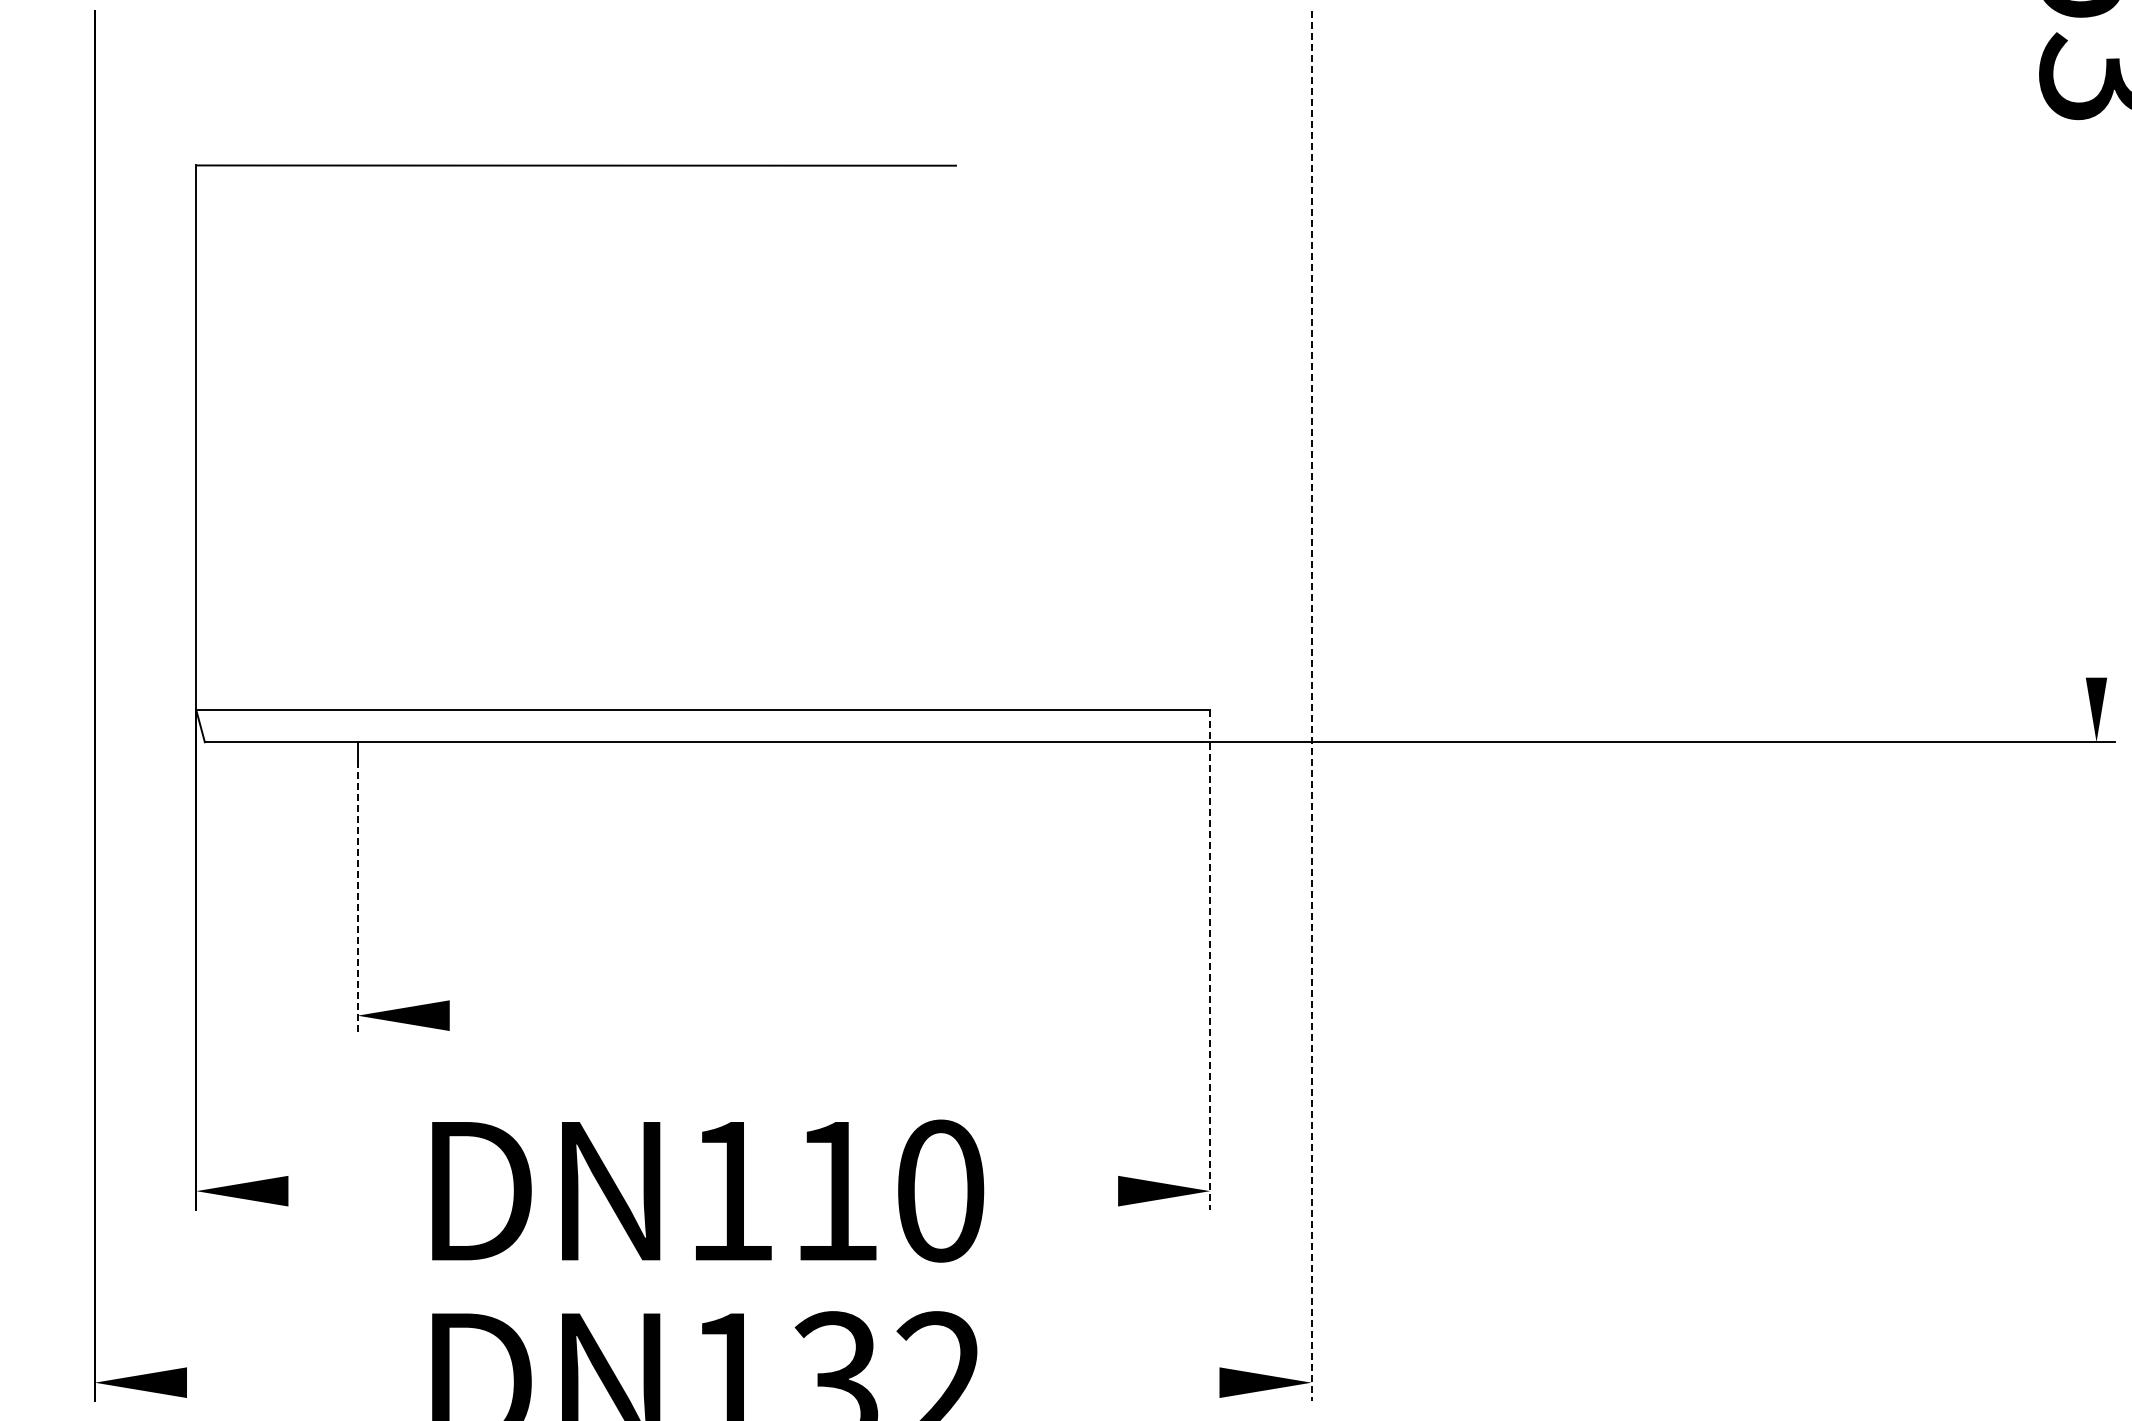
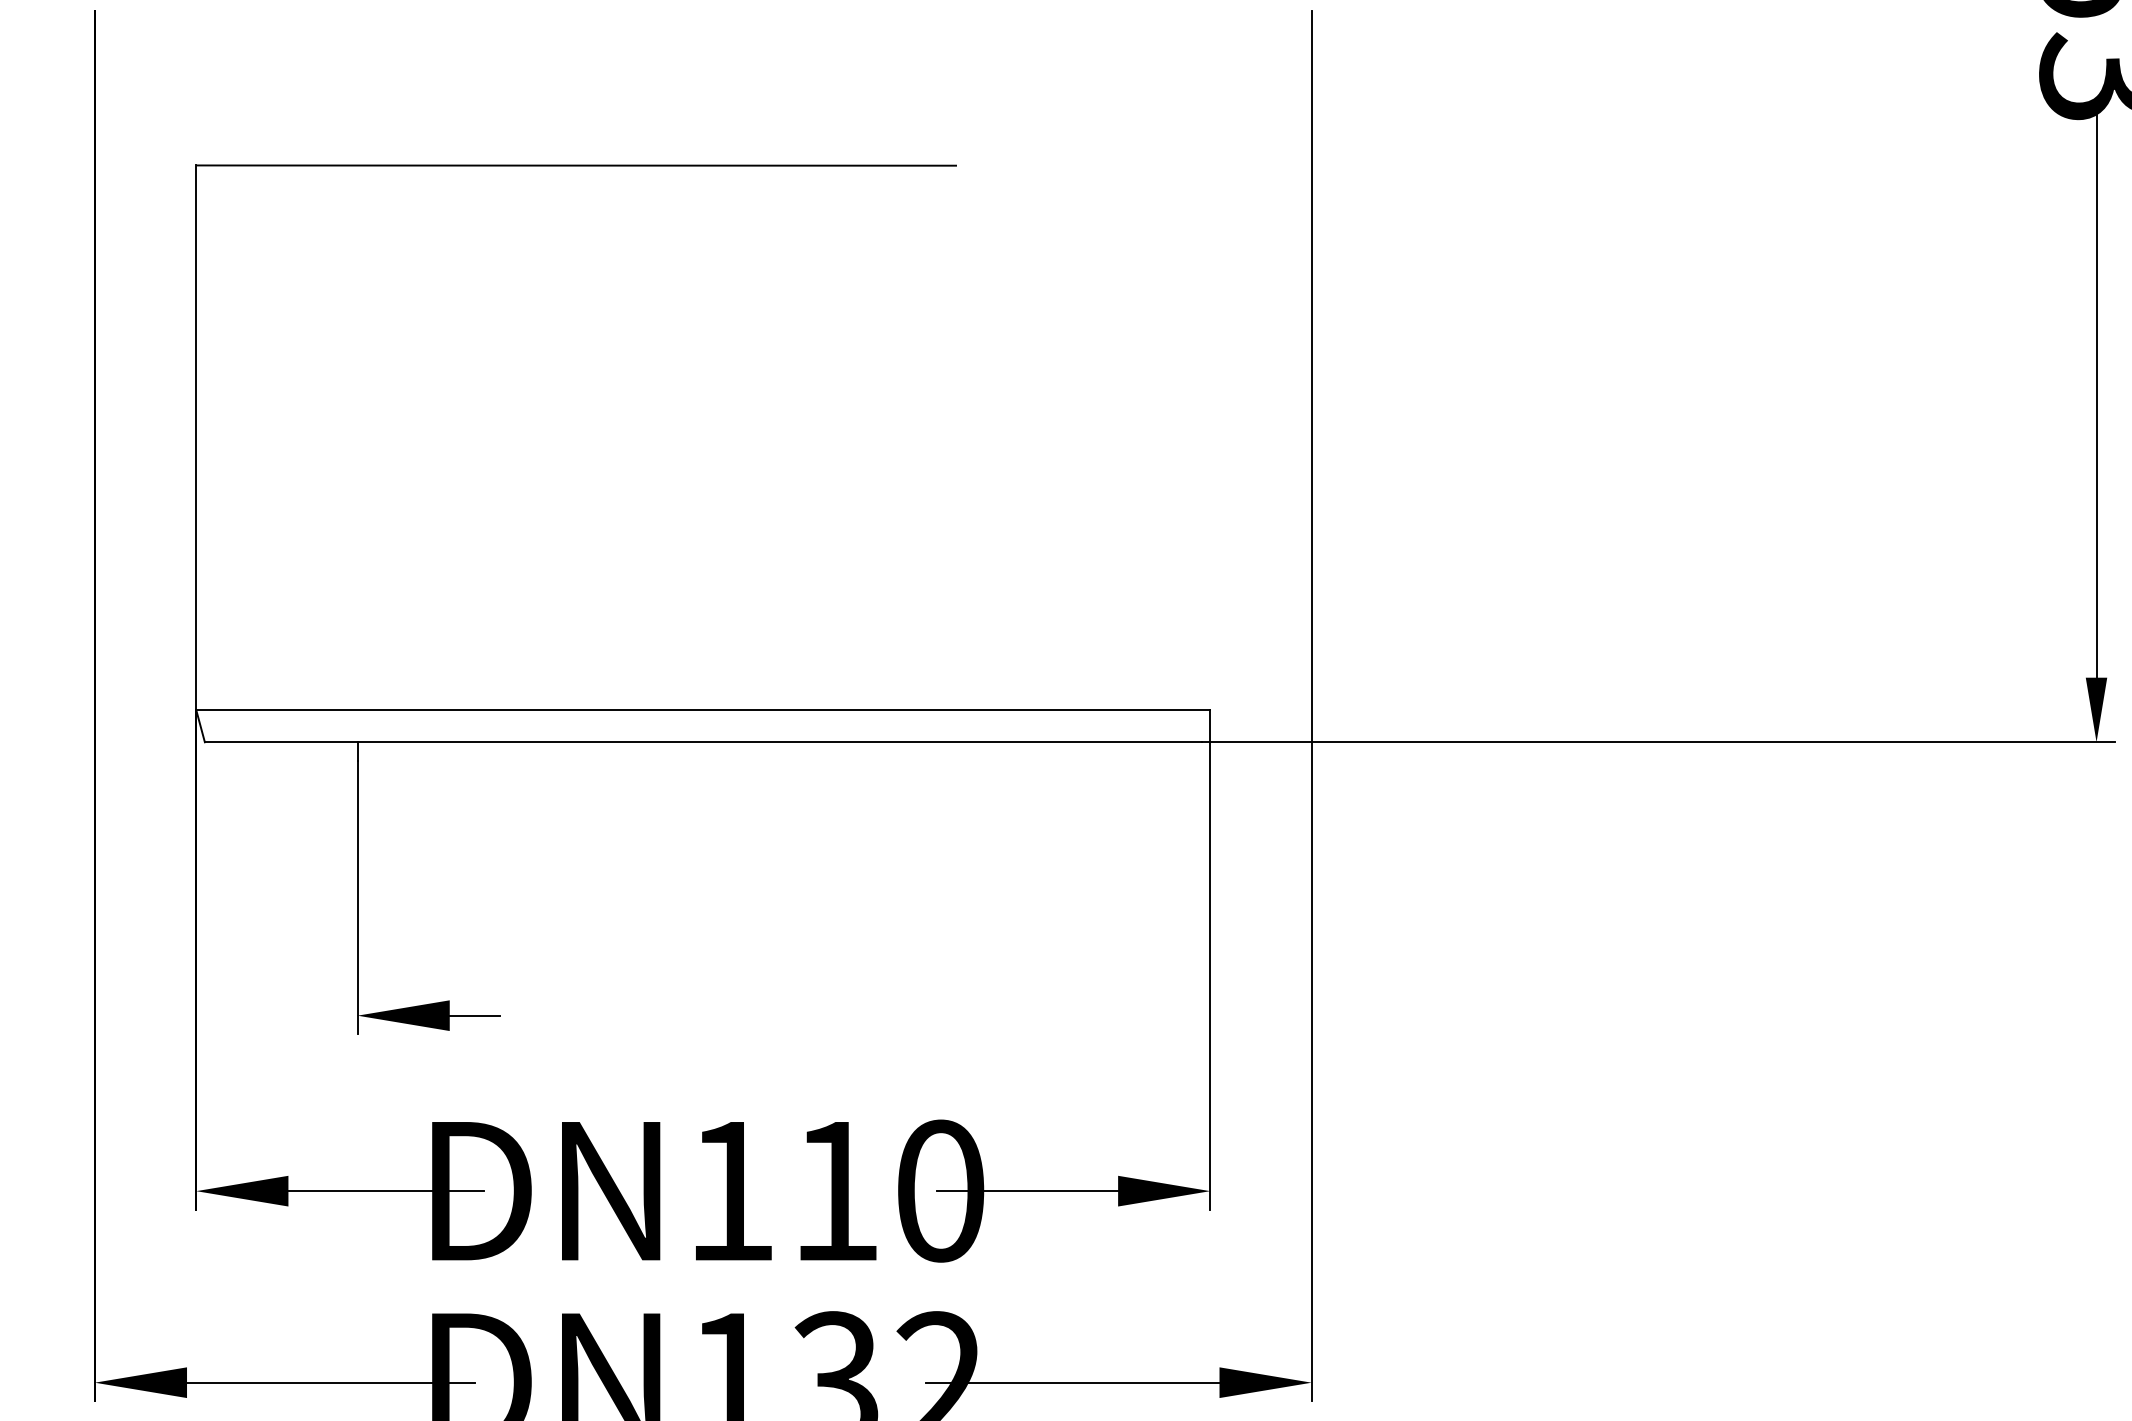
line at (2096, 394): none -> present
line at (1311, 706): dashed -> solid
line at (357, 897): dashed -> solid
line at (1210, 959): dashed -> solid
line at (474, 1015): none -> present
line at (386, 1191): none -> present
line at (1027, 1191): none -> present
line at (330, 1382): none -> present
line at (1072, 1382): none -> present
